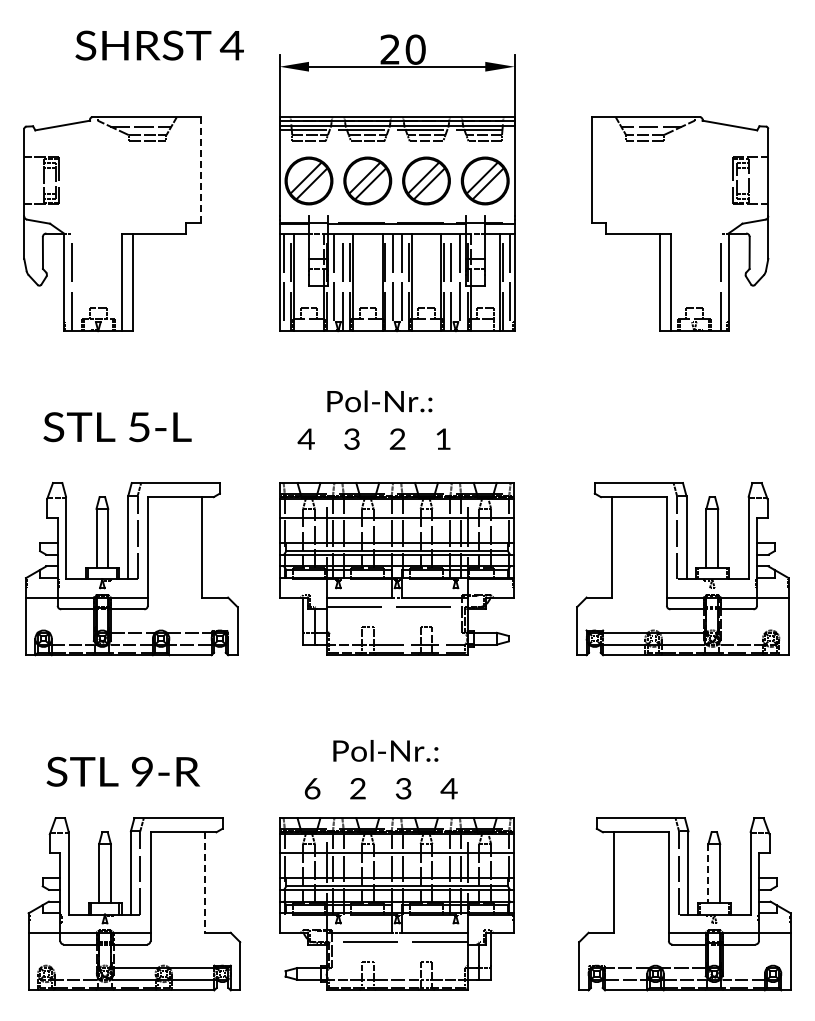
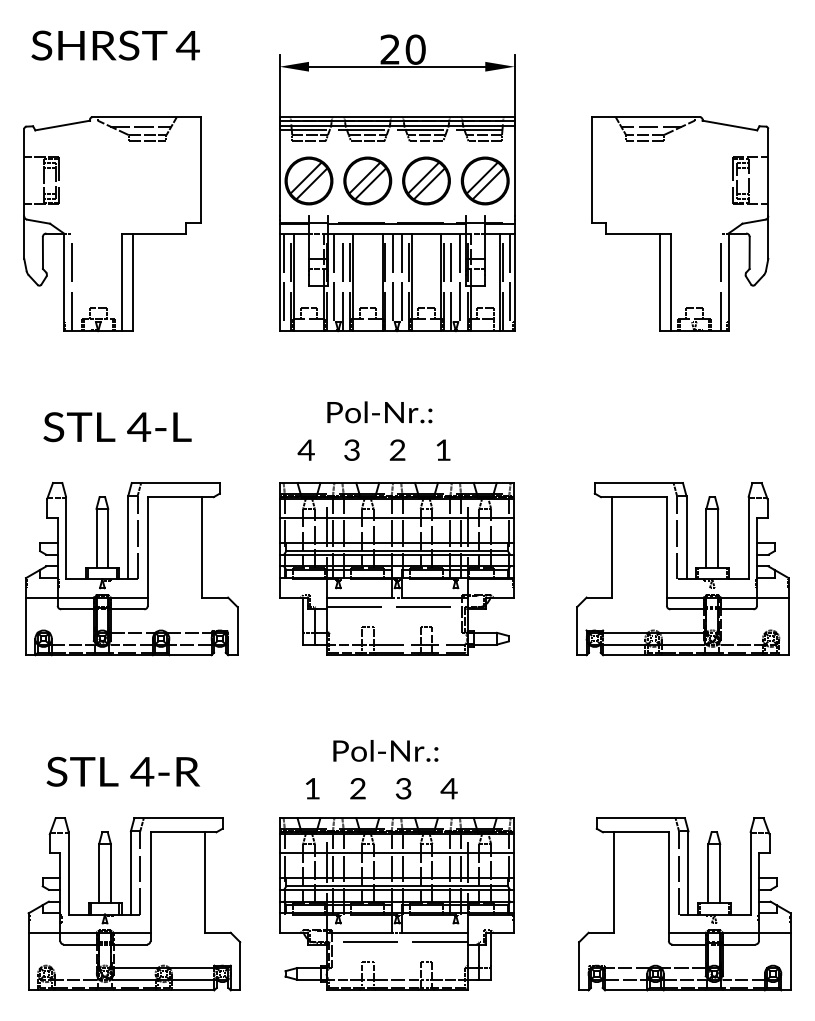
text at (159, 45) position: (159, 45) -> (115, 45)
line at (200, 170): dashed -> solid
text at (373, 419) position: (373, 419) -> (373, 430)
text at (139, 427): 5-L -> 4-L
text at (142, 771): 9-R -> 4-R
text at (312, 788): 6 -> 1
line at (708, 873): dashed -> solid
line at (204, 883): dashed -> solid
